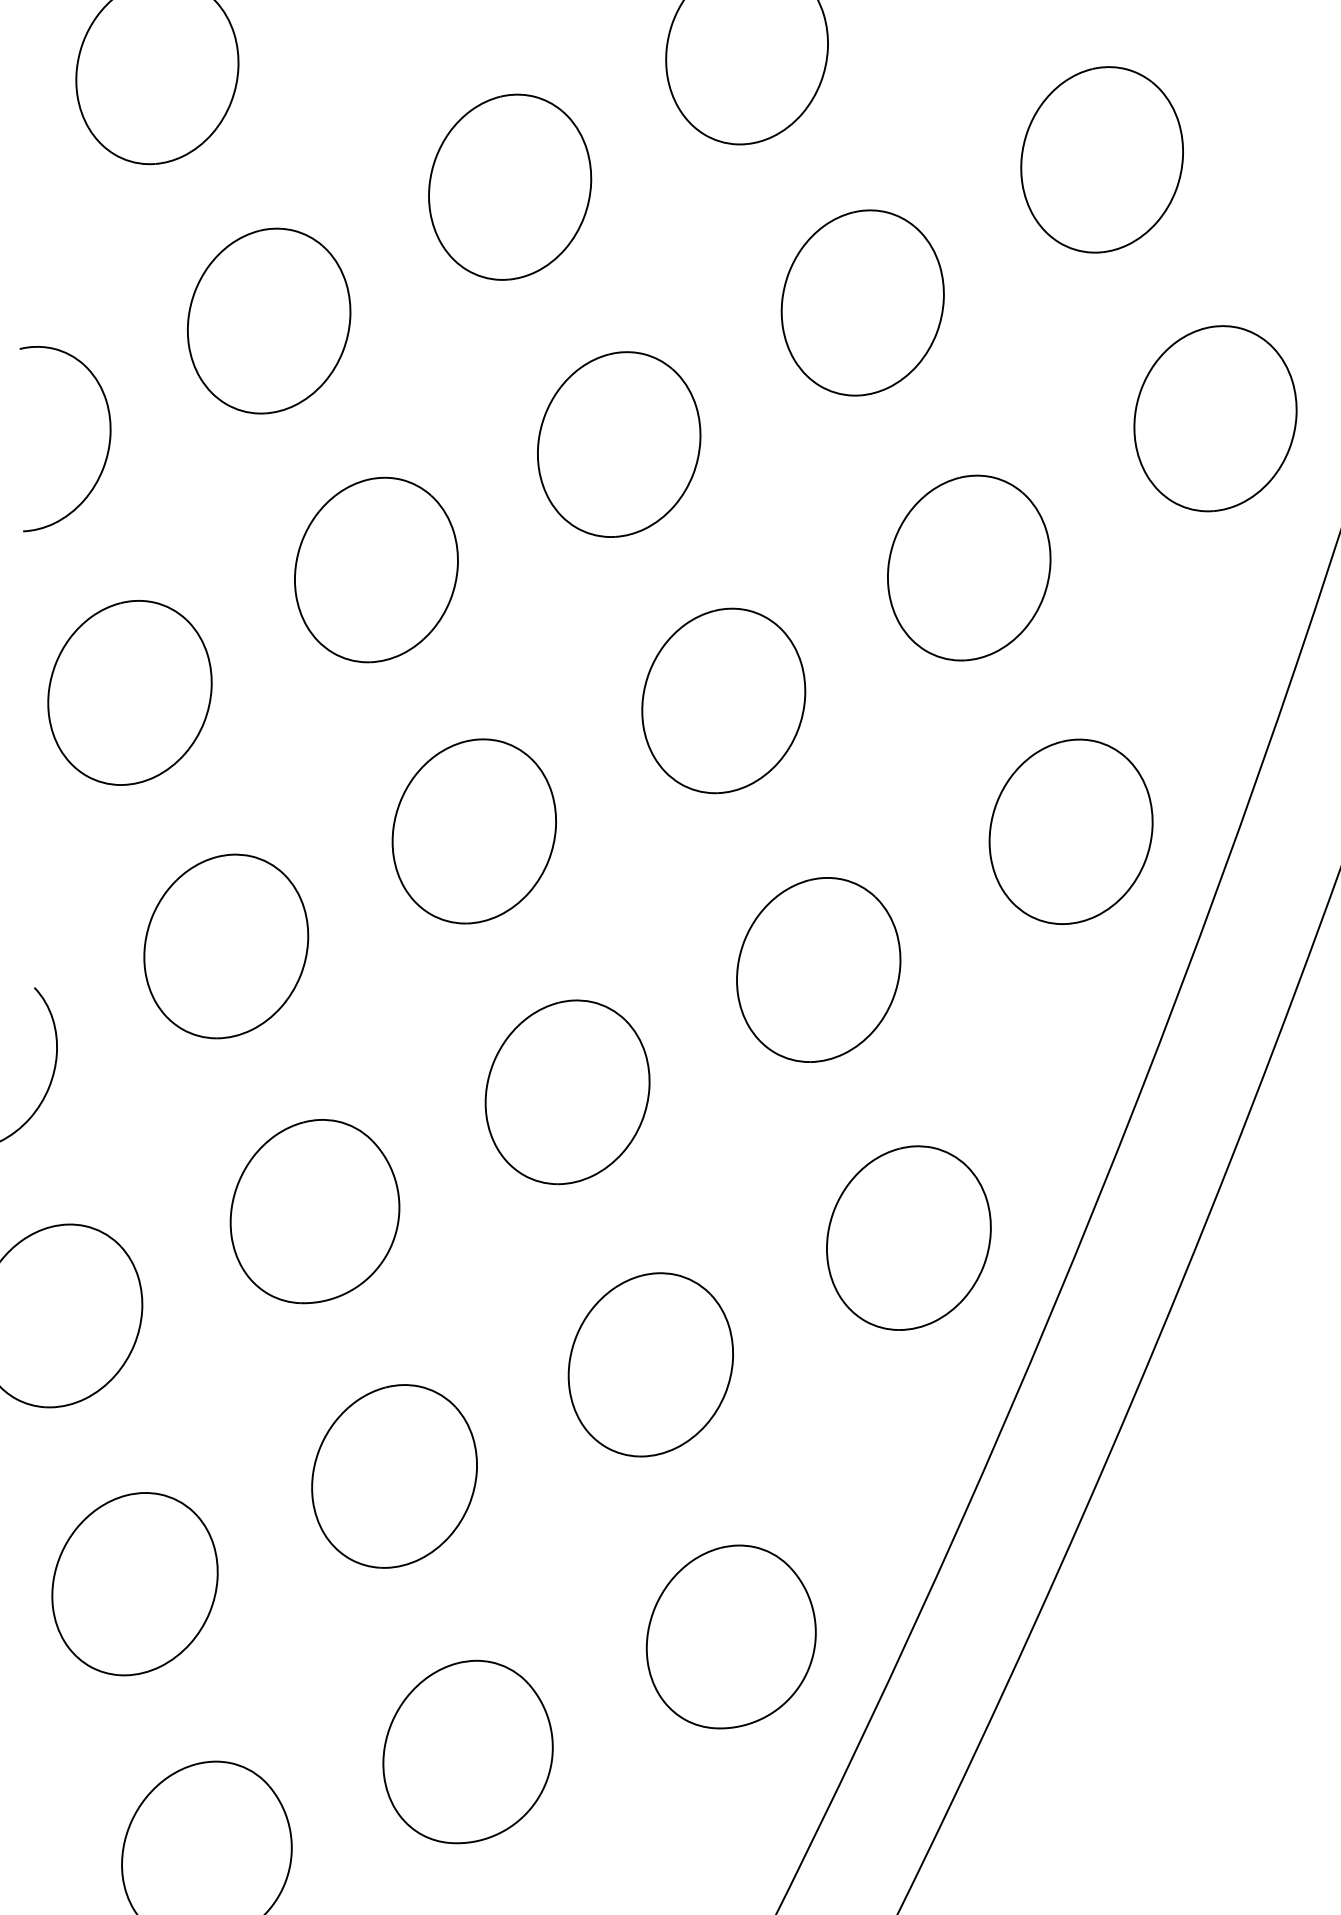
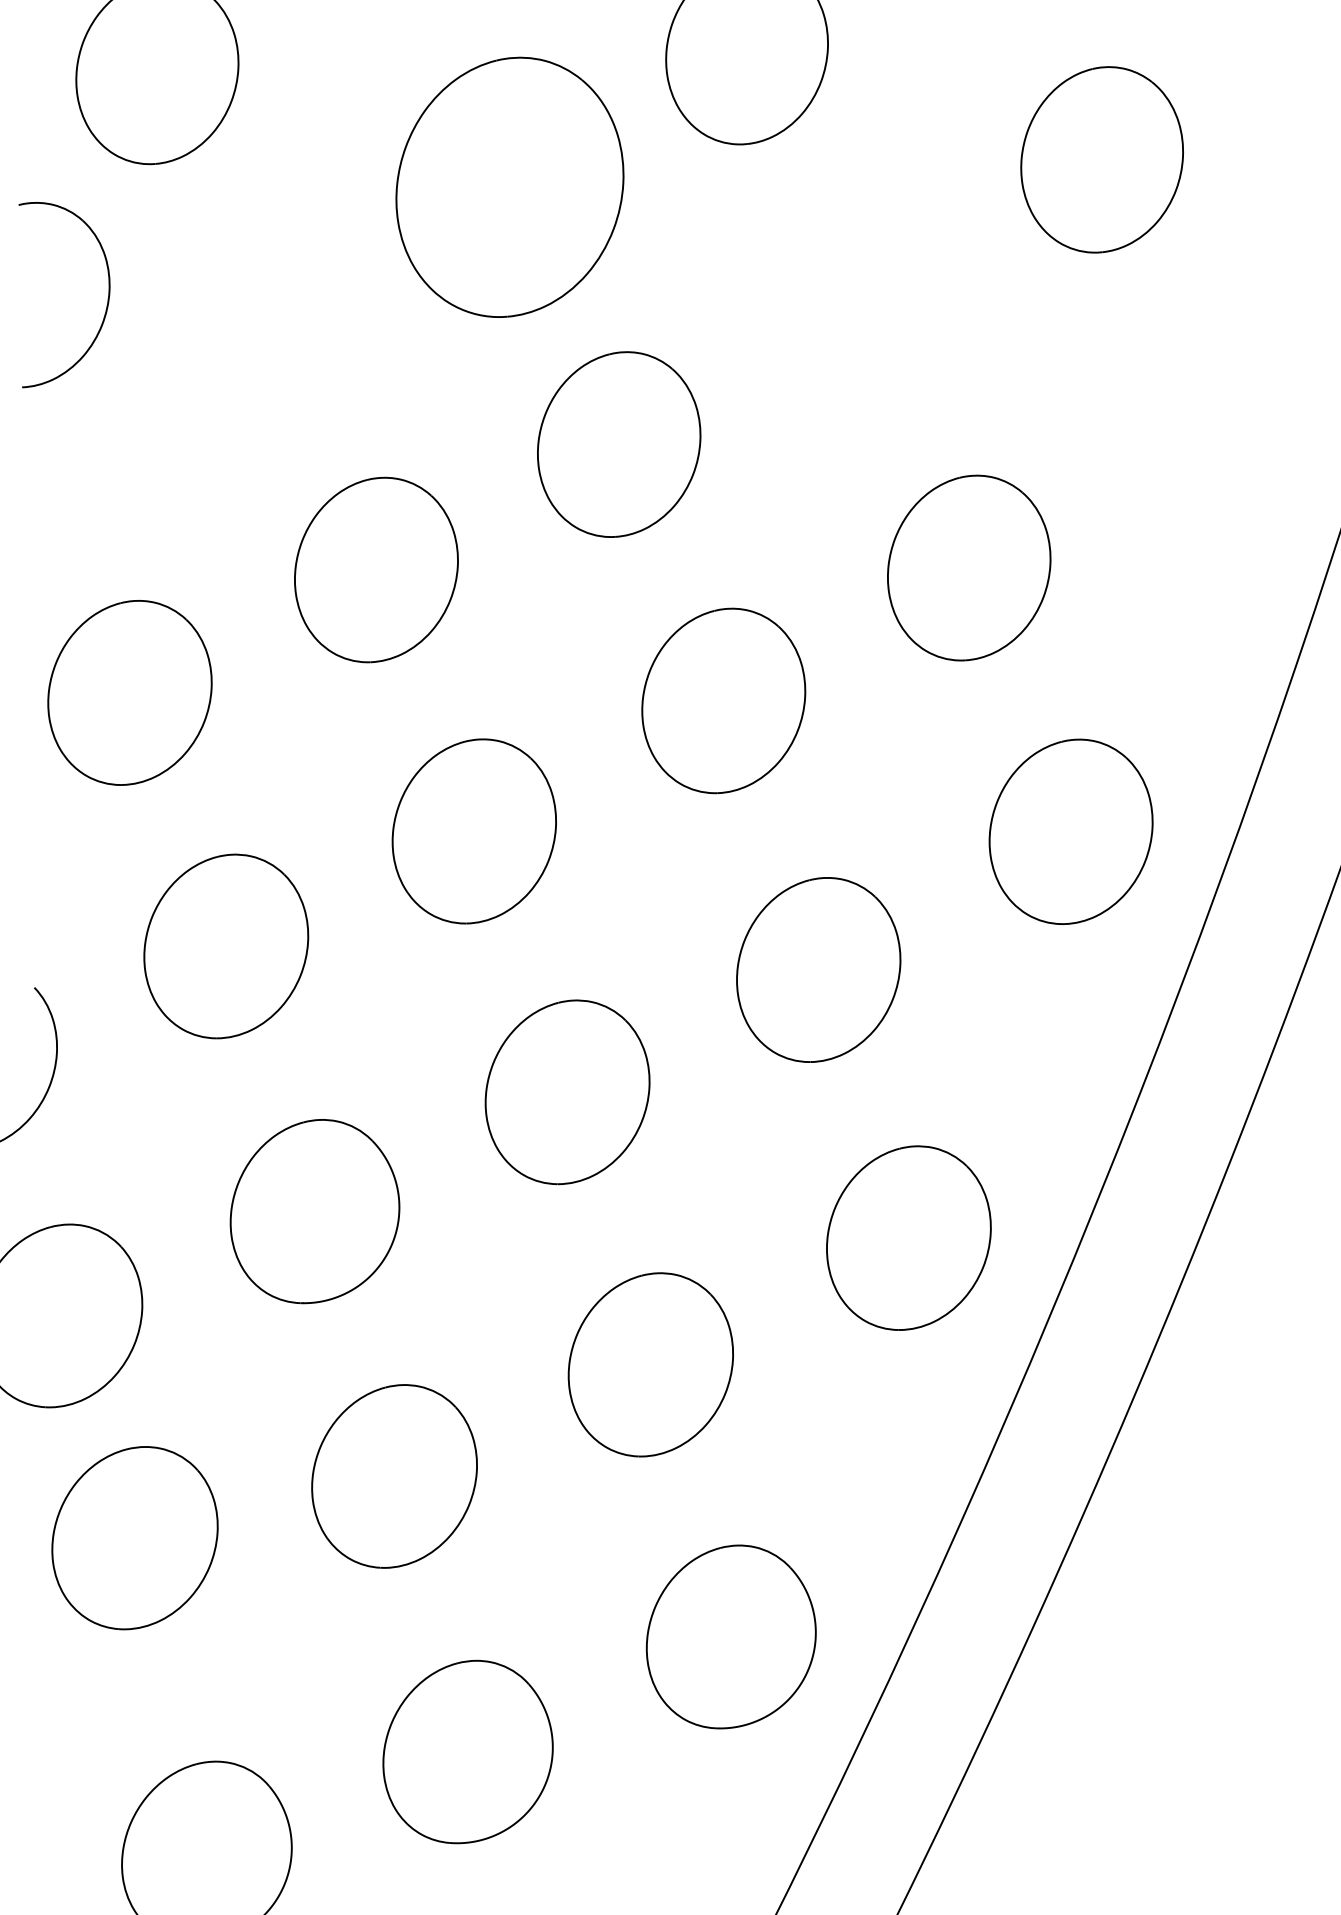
part at (510, 186) size: 165x188 px -> 230x262 px
part at (862, 302): present -> none
part at (269, 320): present -> none
part at (1215, 418): present -> none
part at (108, 442) position: (108, 442) -> (107, 298)
part at (134, 1584) position: (134, 1584) -> (134, 1538)
